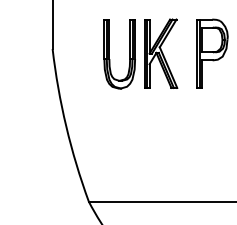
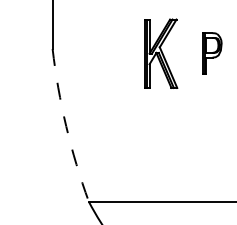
part at (212, 53) size: 33x71 px -> 21x43 px
part at (109, 54): present -> none
arc at (66, 126): solid -> dashed
